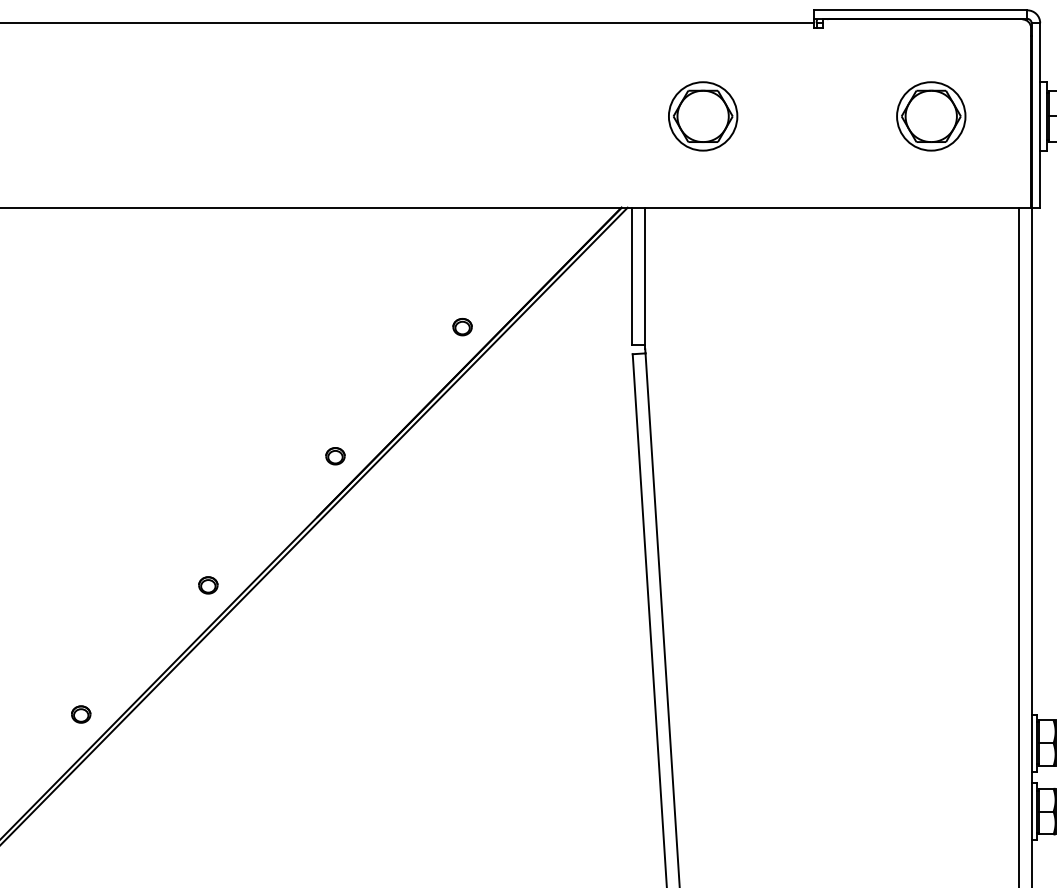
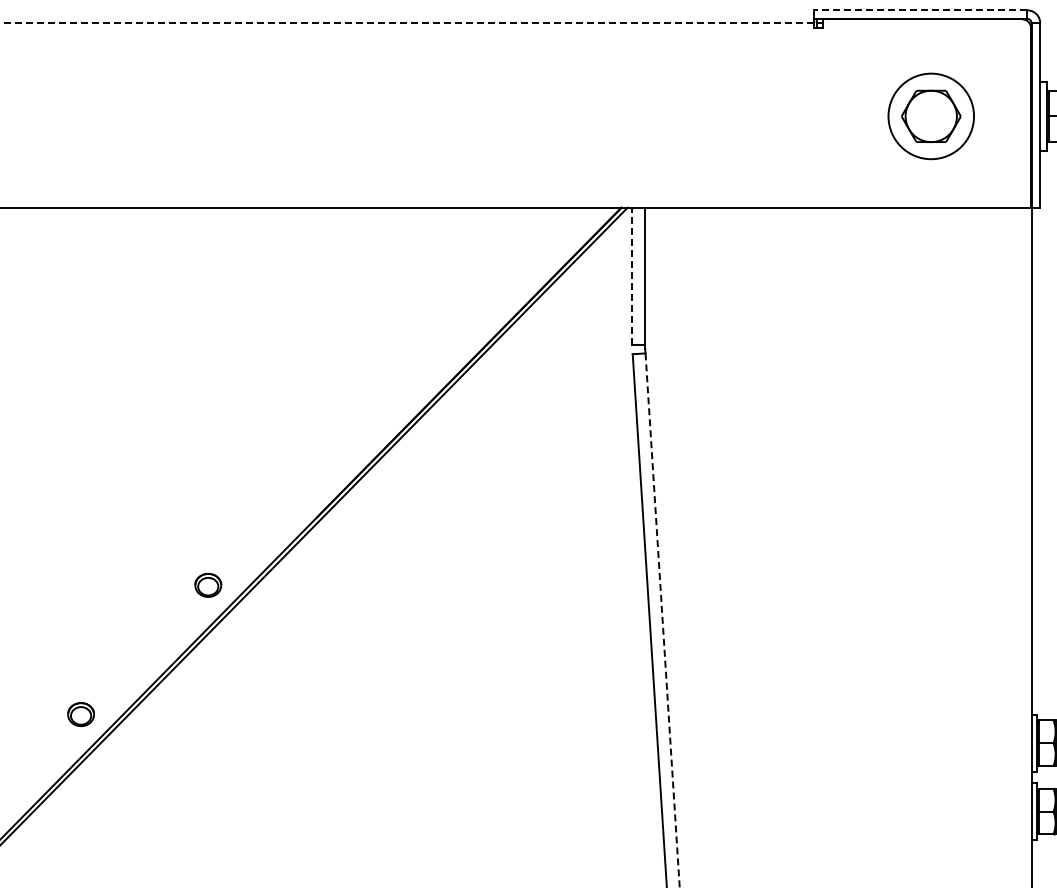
line at (920, 10): solid -> dashed
line at (407, 23): solid -> dashed
part at (703, 116): present -> none
circle at (931, 116) diameter: 68 px -> 86 px
line at (632, 276): solid -> dashed
part at (462, 327): present -> none
part at (335, 456): present -> none
line at (1018, 545): present -> none
part at (208, 585) size: 21x19 px -> 29x26 px
line at (662, 620): solid -> dashed
part at (81, 714) size: 21x19 px -> 28x26 px
